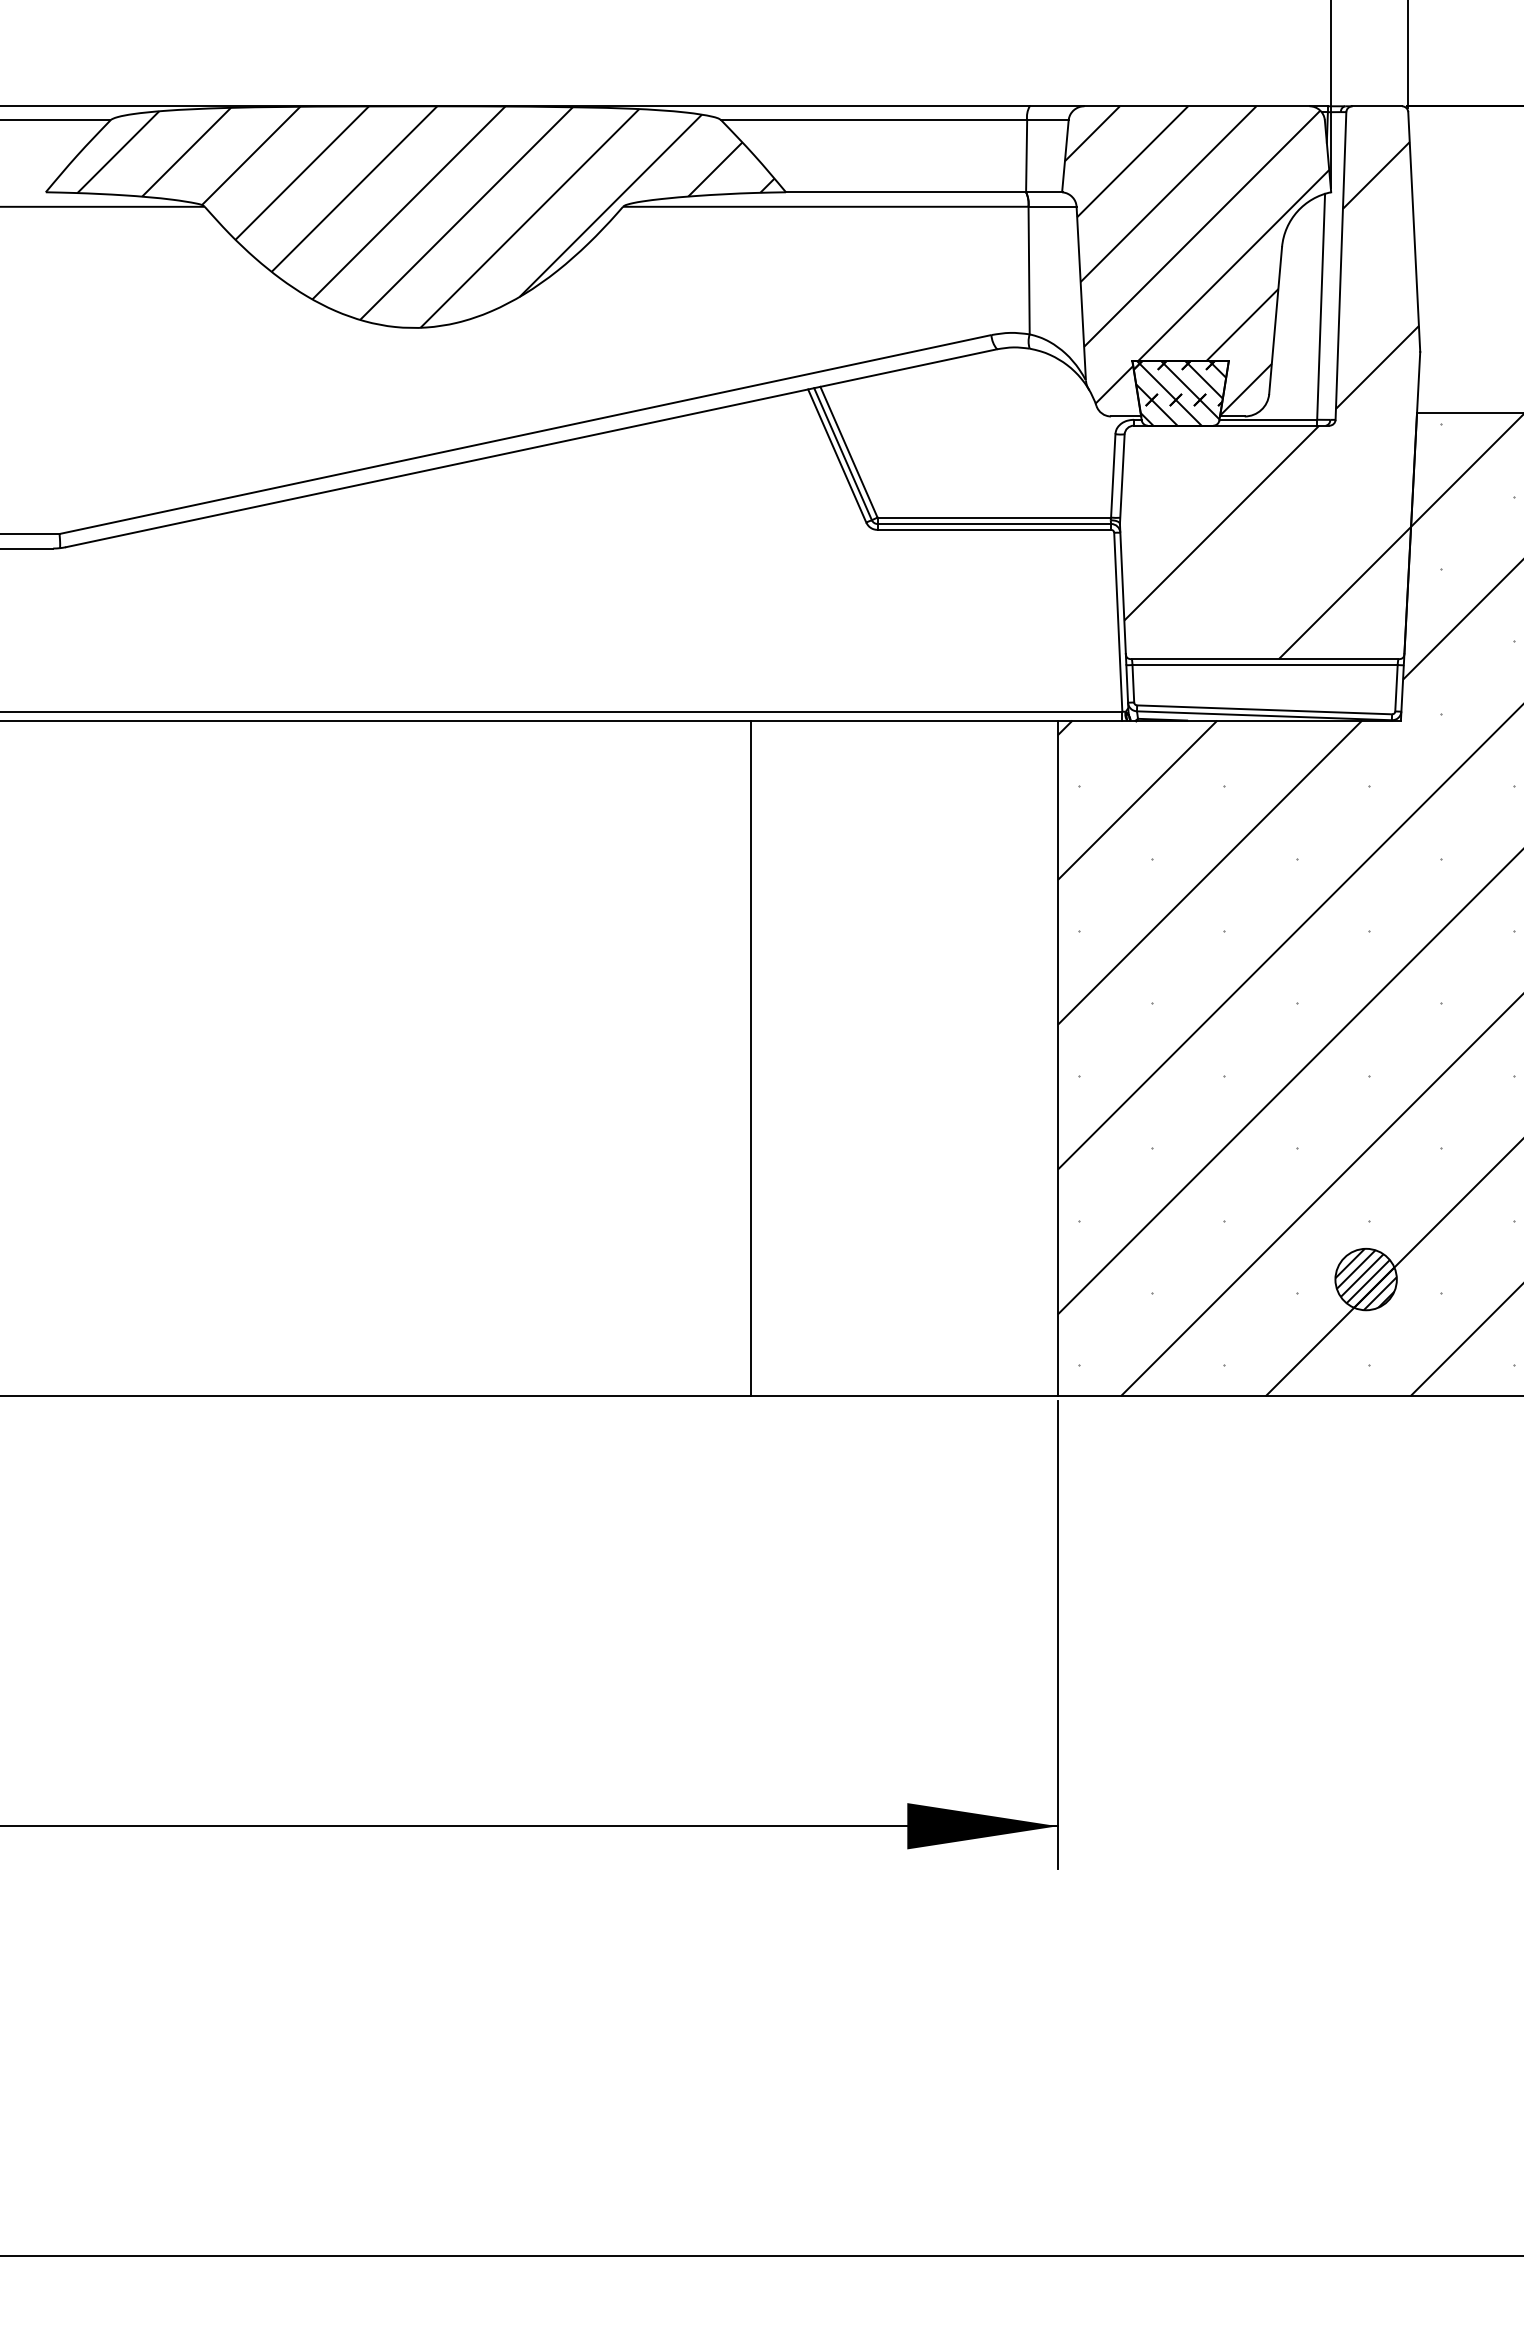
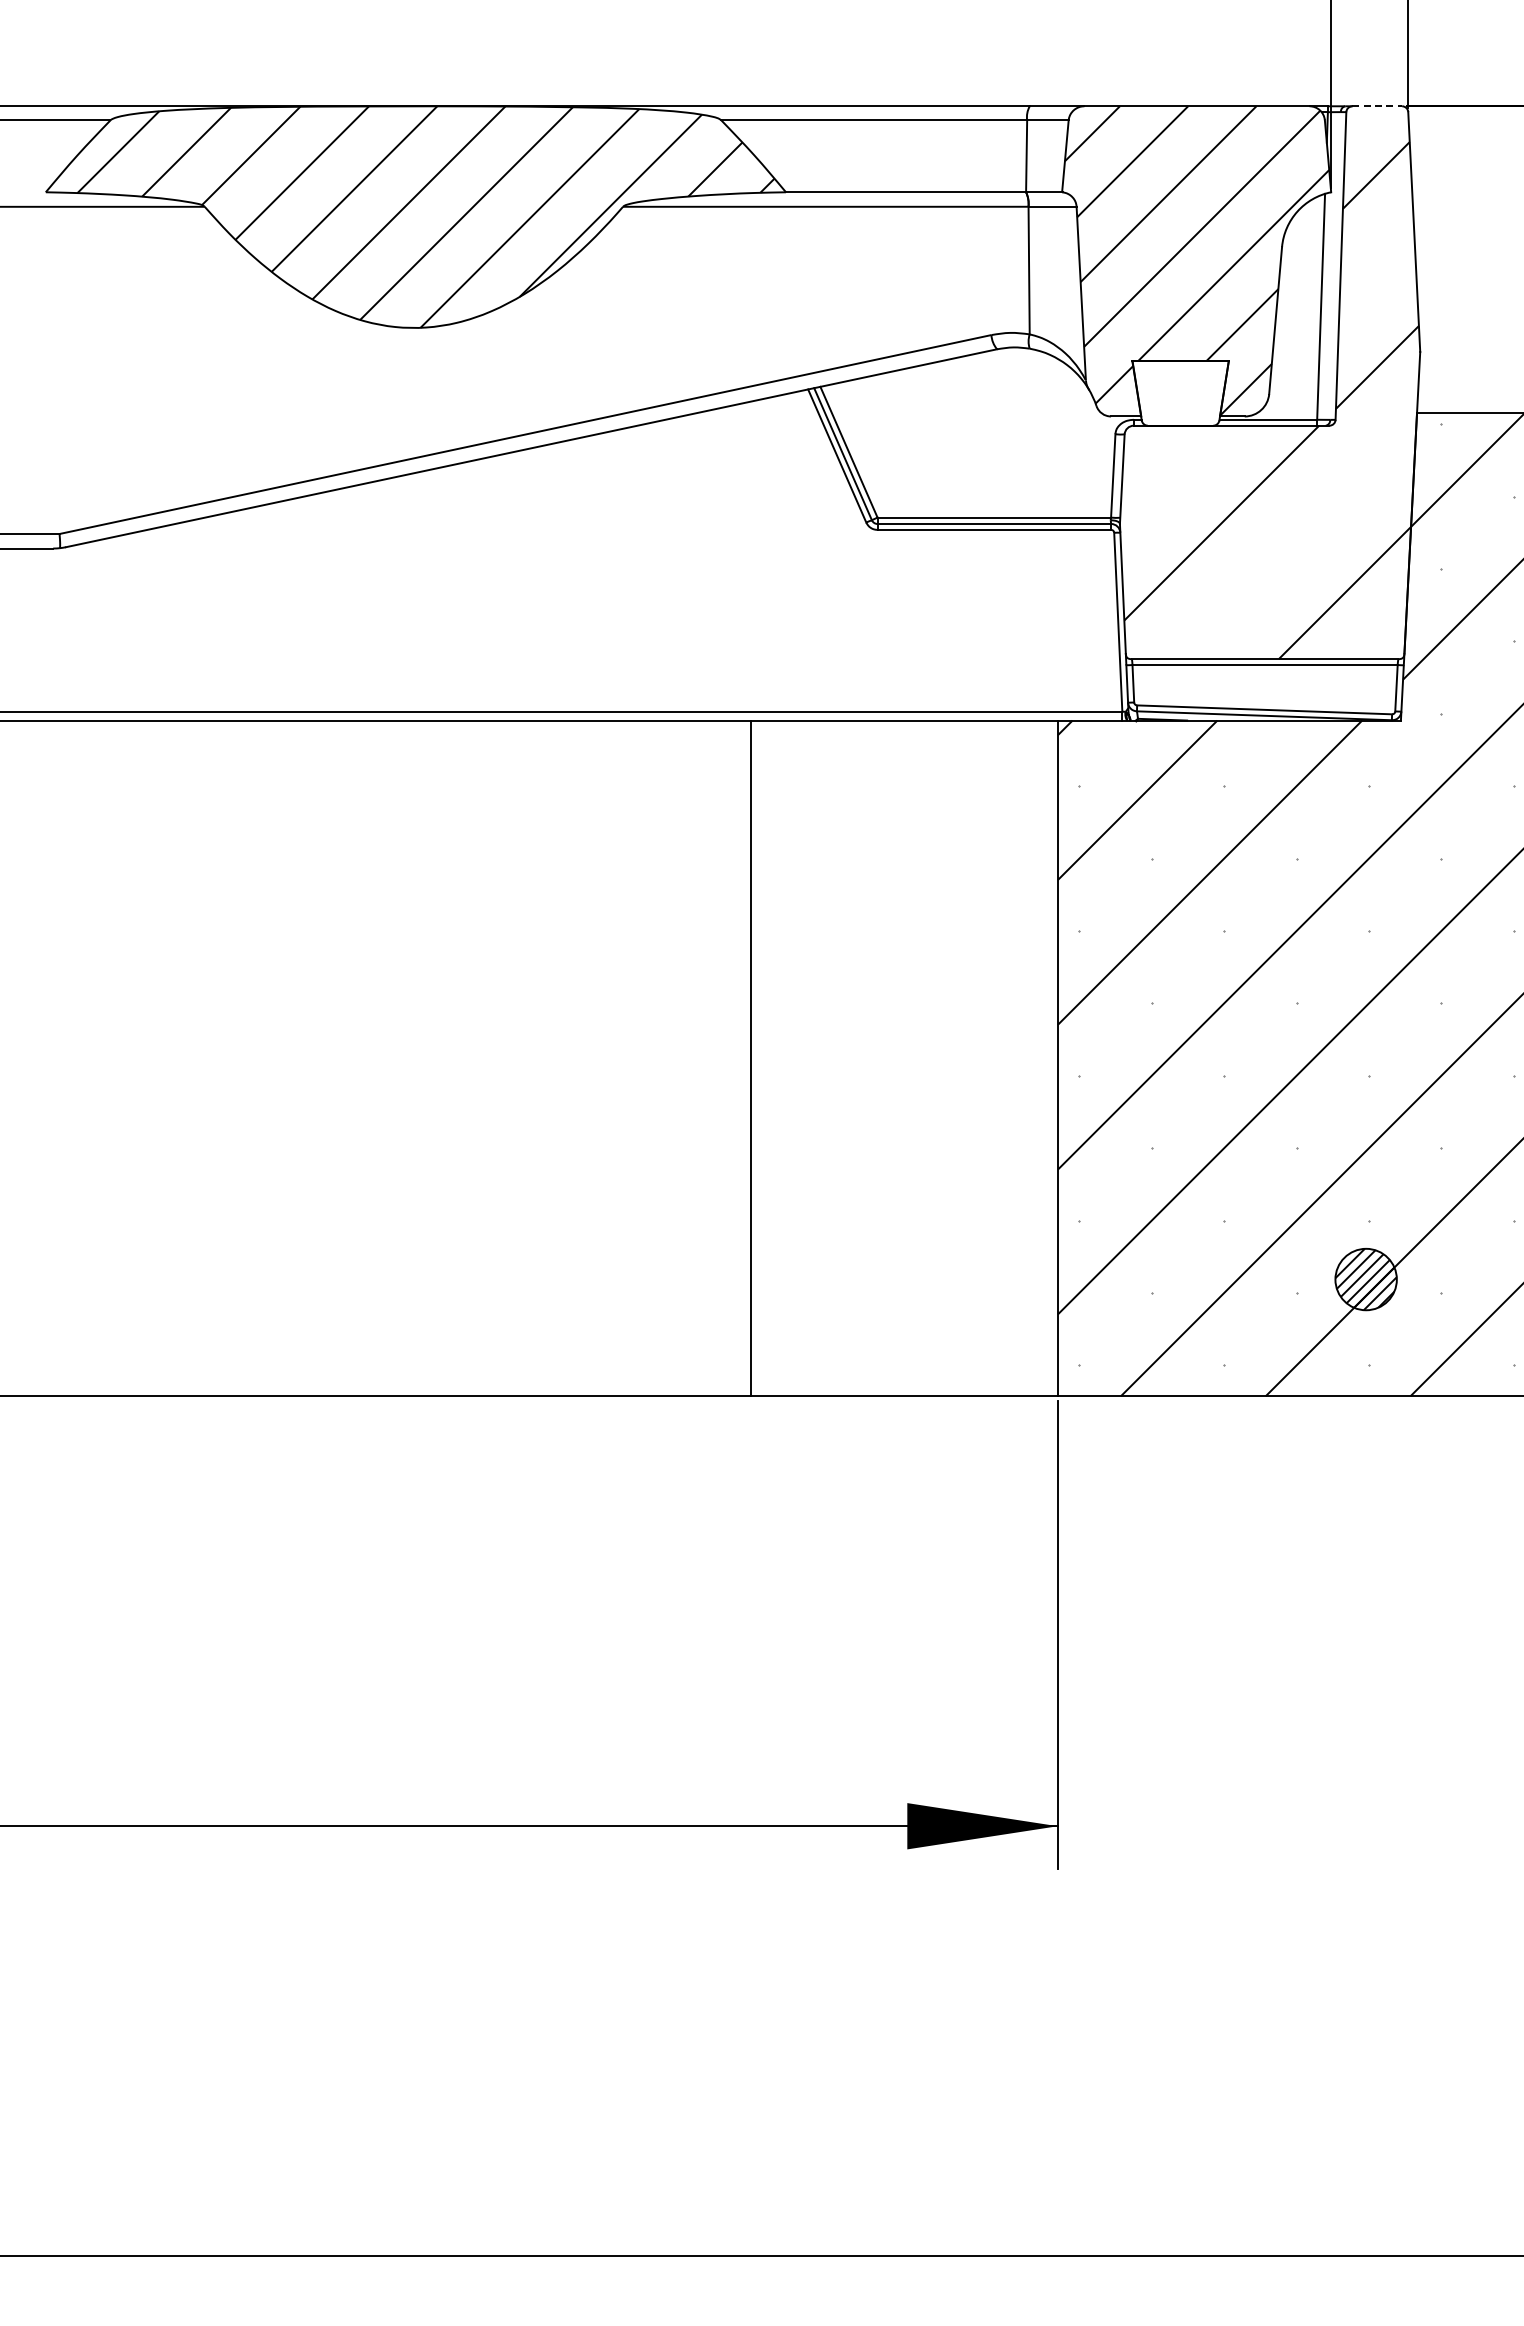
line at (1377, 106): solid -> dashed
hatch at (1179, 393): present -> none
